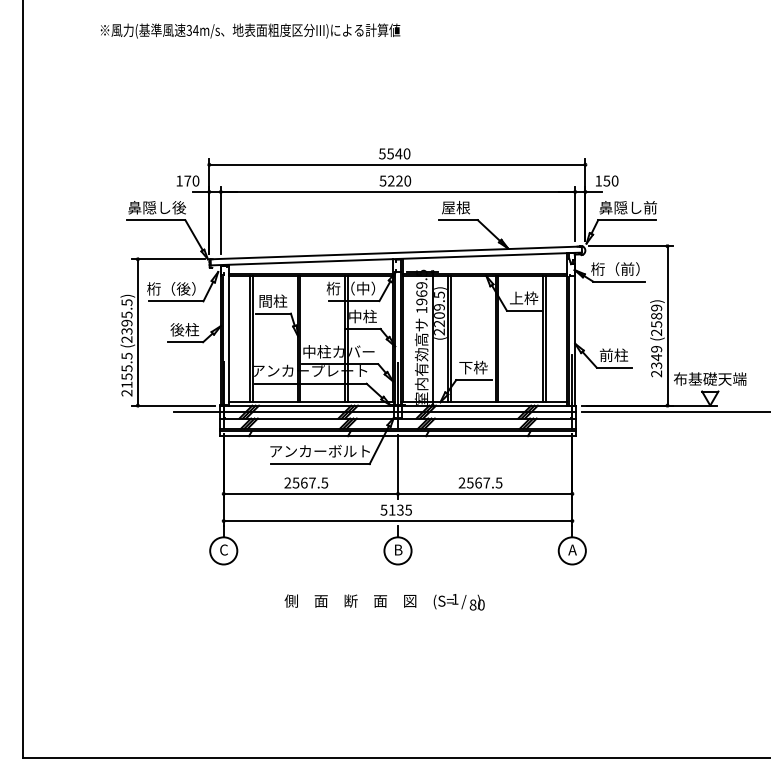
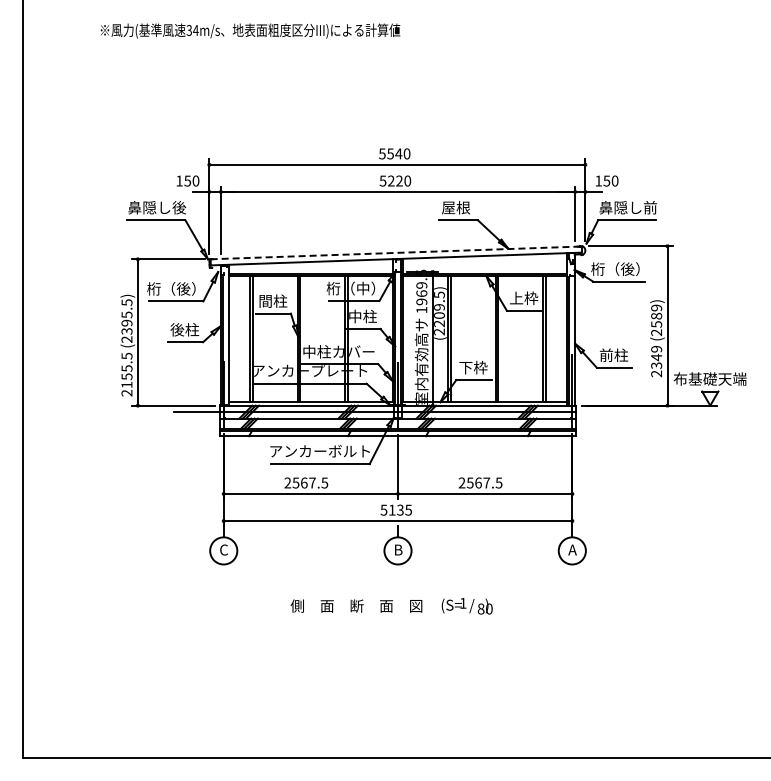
text at (187, 180): 170 -> 150
line at (396, 252): solid -> dashed
text at (627, 268): 桁（前） -> 桁（後）
line at (674, 412): present -> none
text at (350, 600) position: (350, 600) -> (356, 605)
text at (458, 602) position: (458, 602) -> (466, 606)
